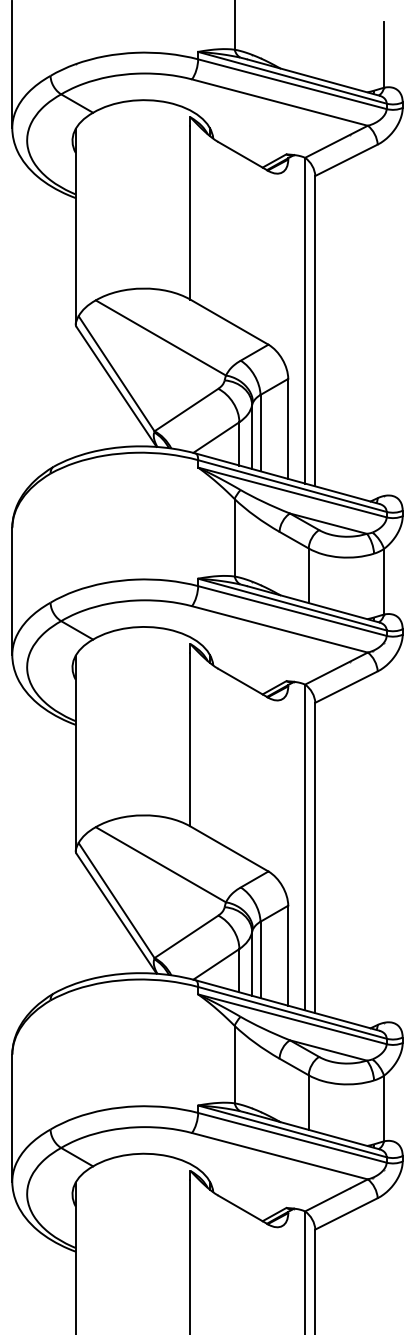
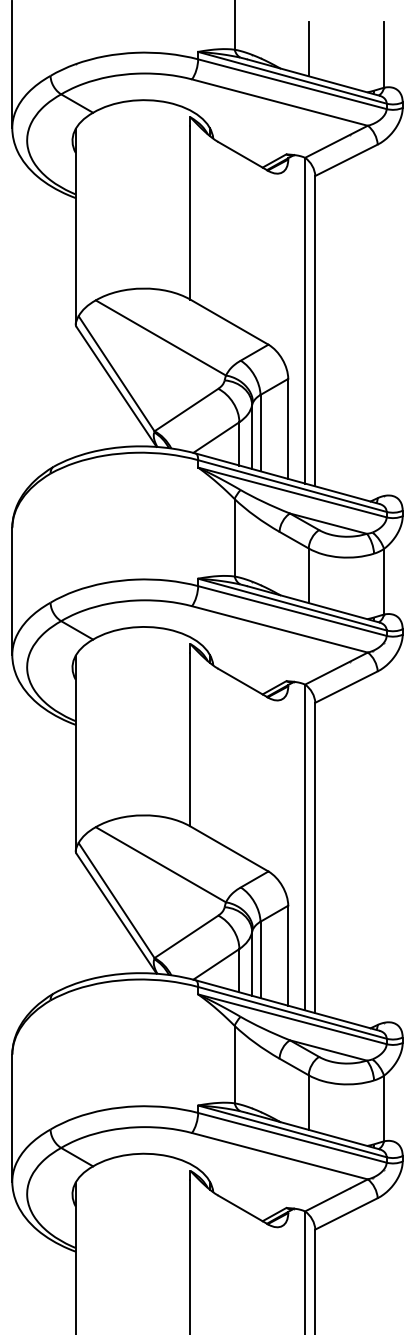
line at (308, 48): none -> present
